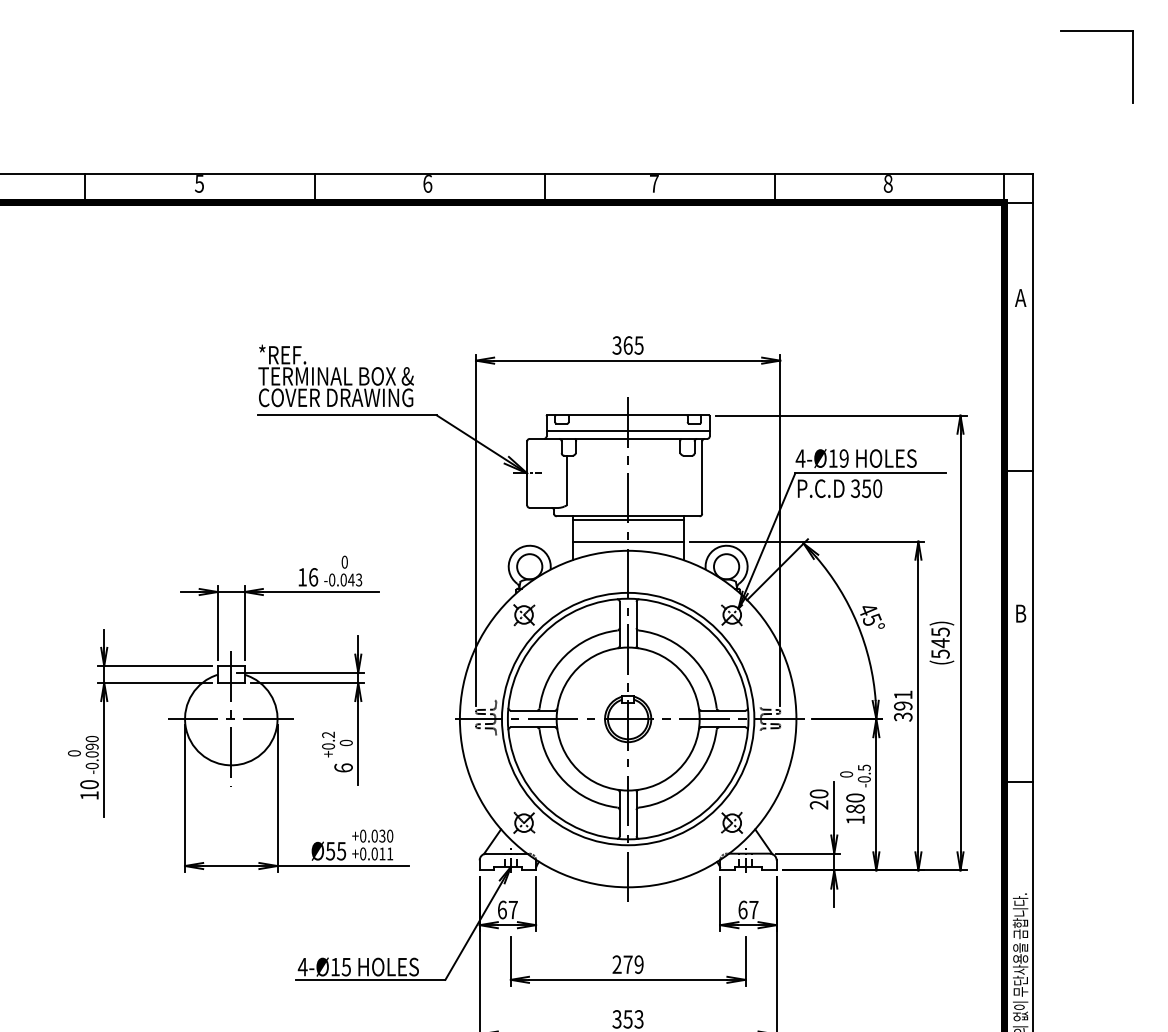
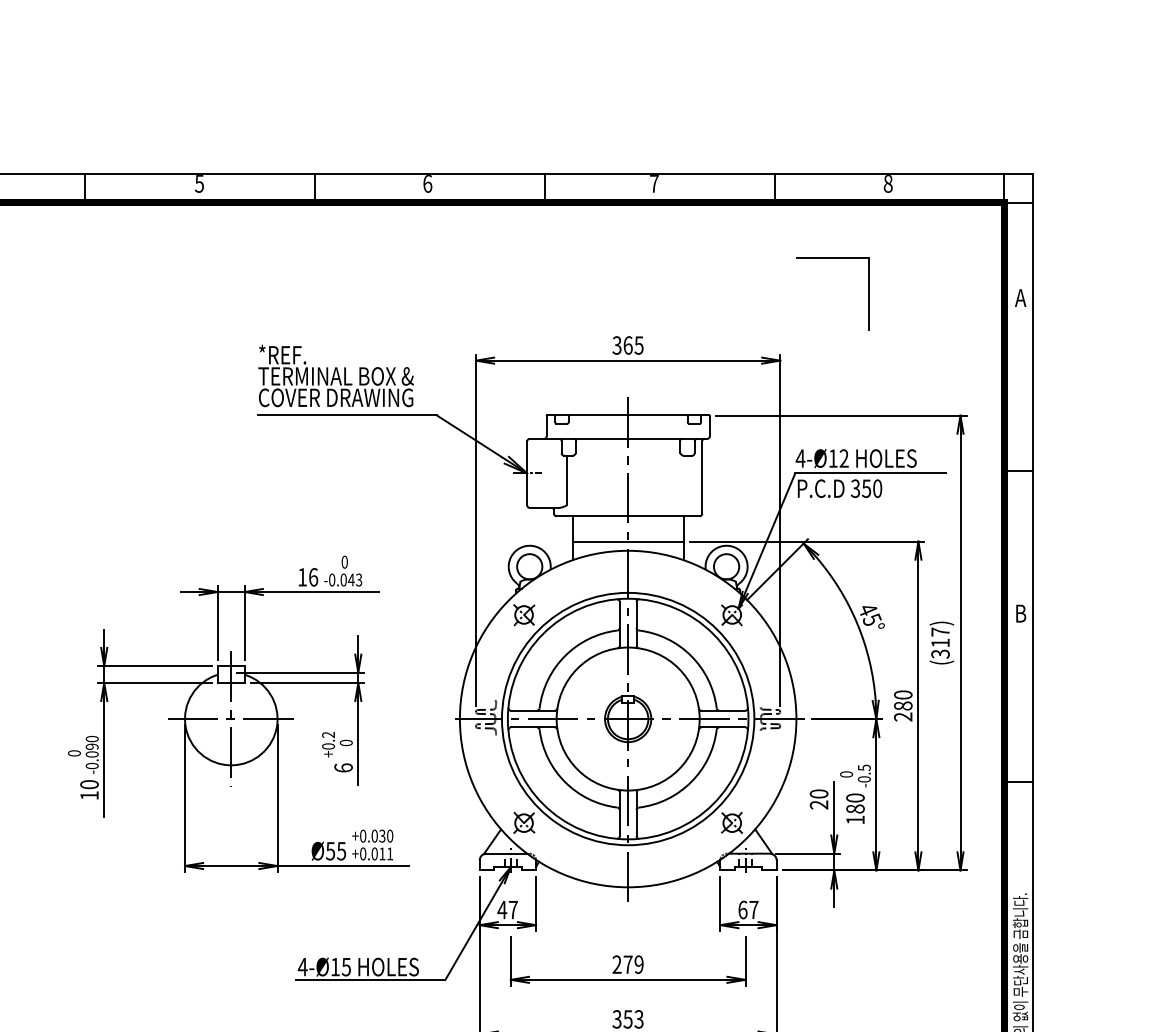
part at (1096, 31) position: (1096, 31) -> (832, 258)
line at (627, 430): present -> none
text at (843, 458): 4-Ø19 -> 4-Ø12
line at (627, 519): present -> none
text at (940, 642): (545) -> (317)
text at (903, 705): 391 -> 280
text at (502, 909): 67 -> 47
